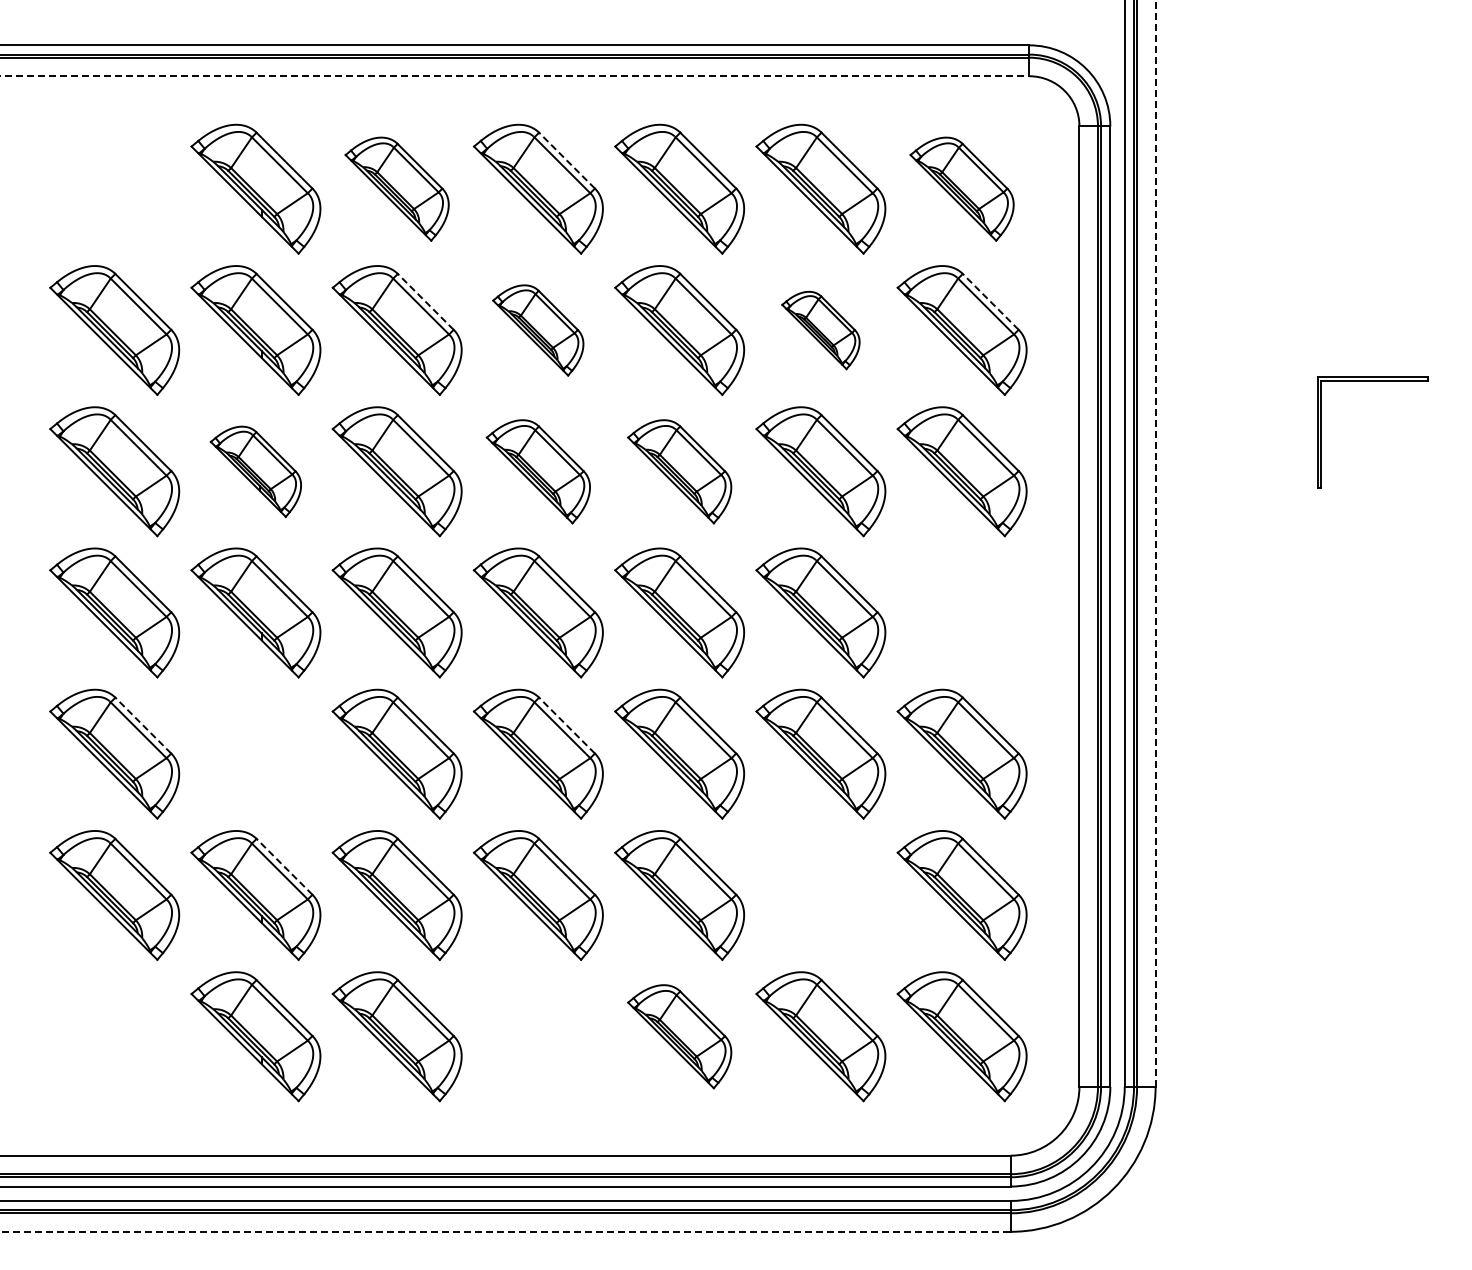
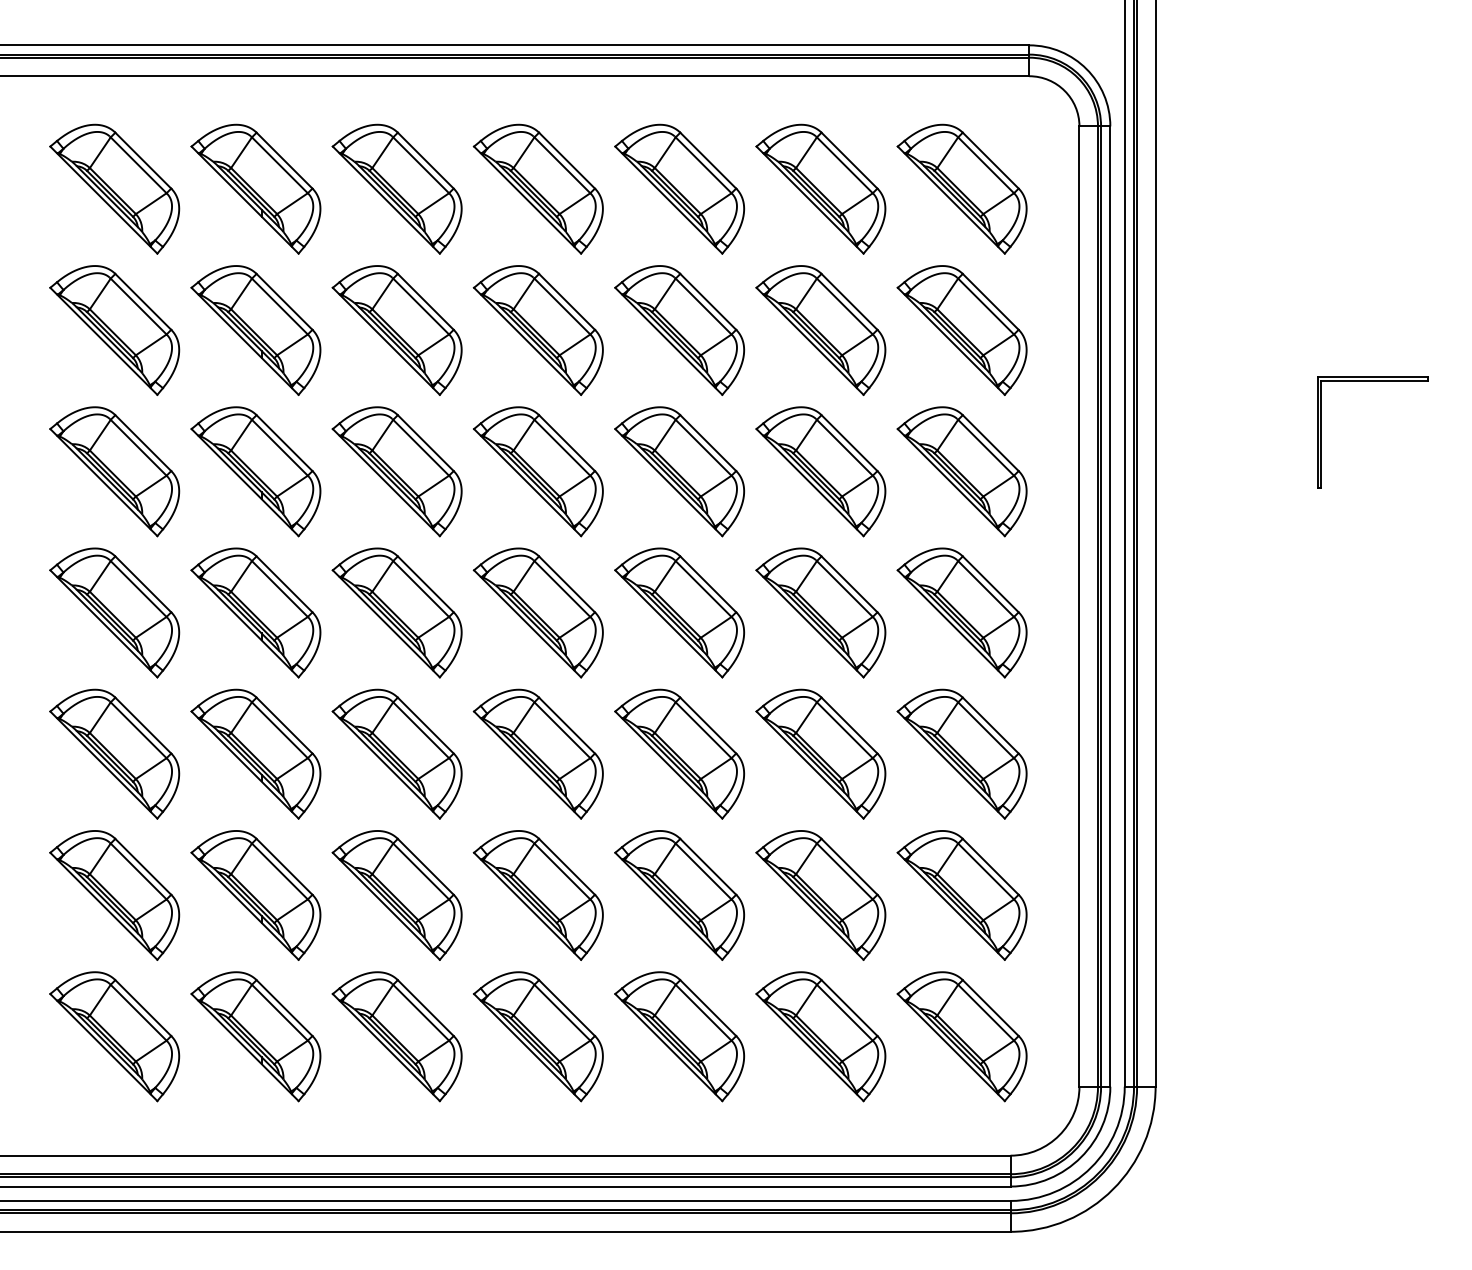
line at (515, 76): dashed -> solid
line at (567, 160): dashed -> solid
part at (114, 188): none -> present
part at (396, 188) size: 106x106 px -> 132x132 px
part at (961, 188) size: 106x106 px -> 132x132 px
line at (425, 301): dashed -> solid
line at (990, 301): dashed -> solid
part at (538, 330) size: 93x93 px -> 132x131 px
part at (820, 330) size: 80x81 px -> 132x131 px
part at (255, 471) size: 93x93 px -> 132x132 px
part at (537, 471) size: 106x106 px -> 131x132 px
part at (679, 471) size: 106x106 px -> 132x132 px
line at (1155, 542): dashed -> solid
part at (961, 612): none -> present
line at (143, 725): dashed -> solid
line at (567, 725): dashed -> solid
part at (255, 753): none -> present
line at (284, 866): dashed -> solid
part at (820, 895): none -> present
part at (114, 1036): none -> present
part at (538, 1036): none -> present
part at (679, 1036) size: 106x106 px -> 132x132 px
line at (505, 1231): dashed -> solid
